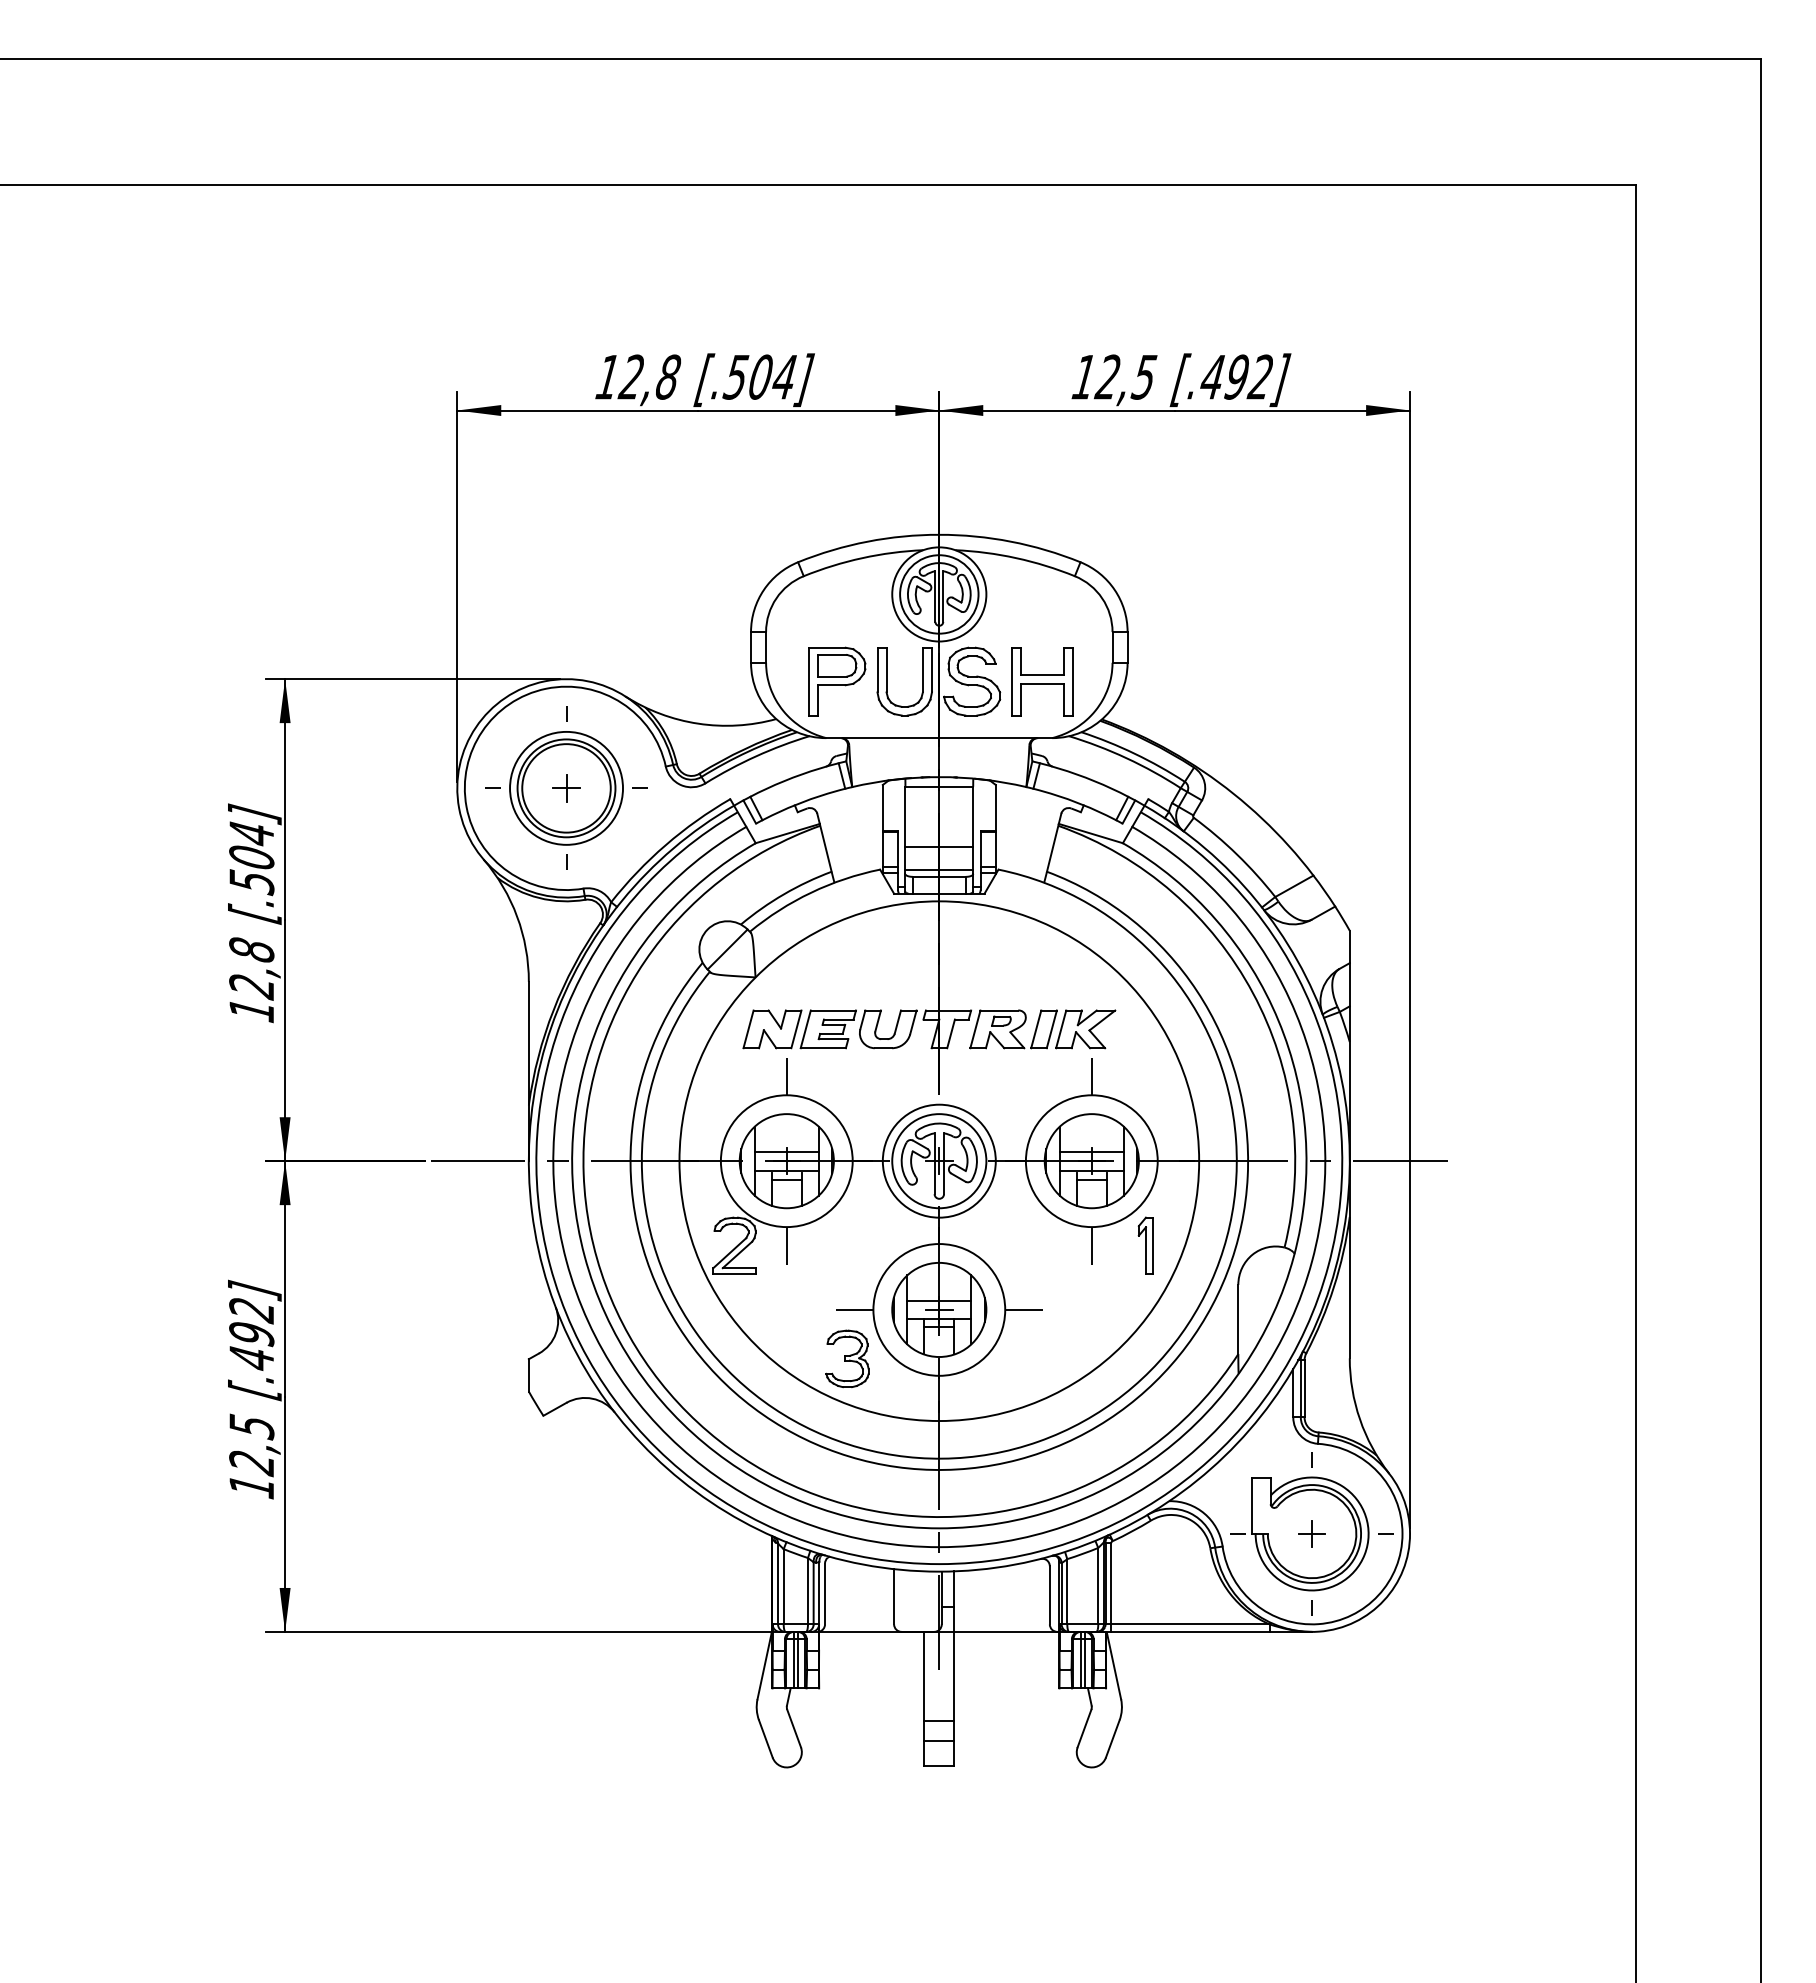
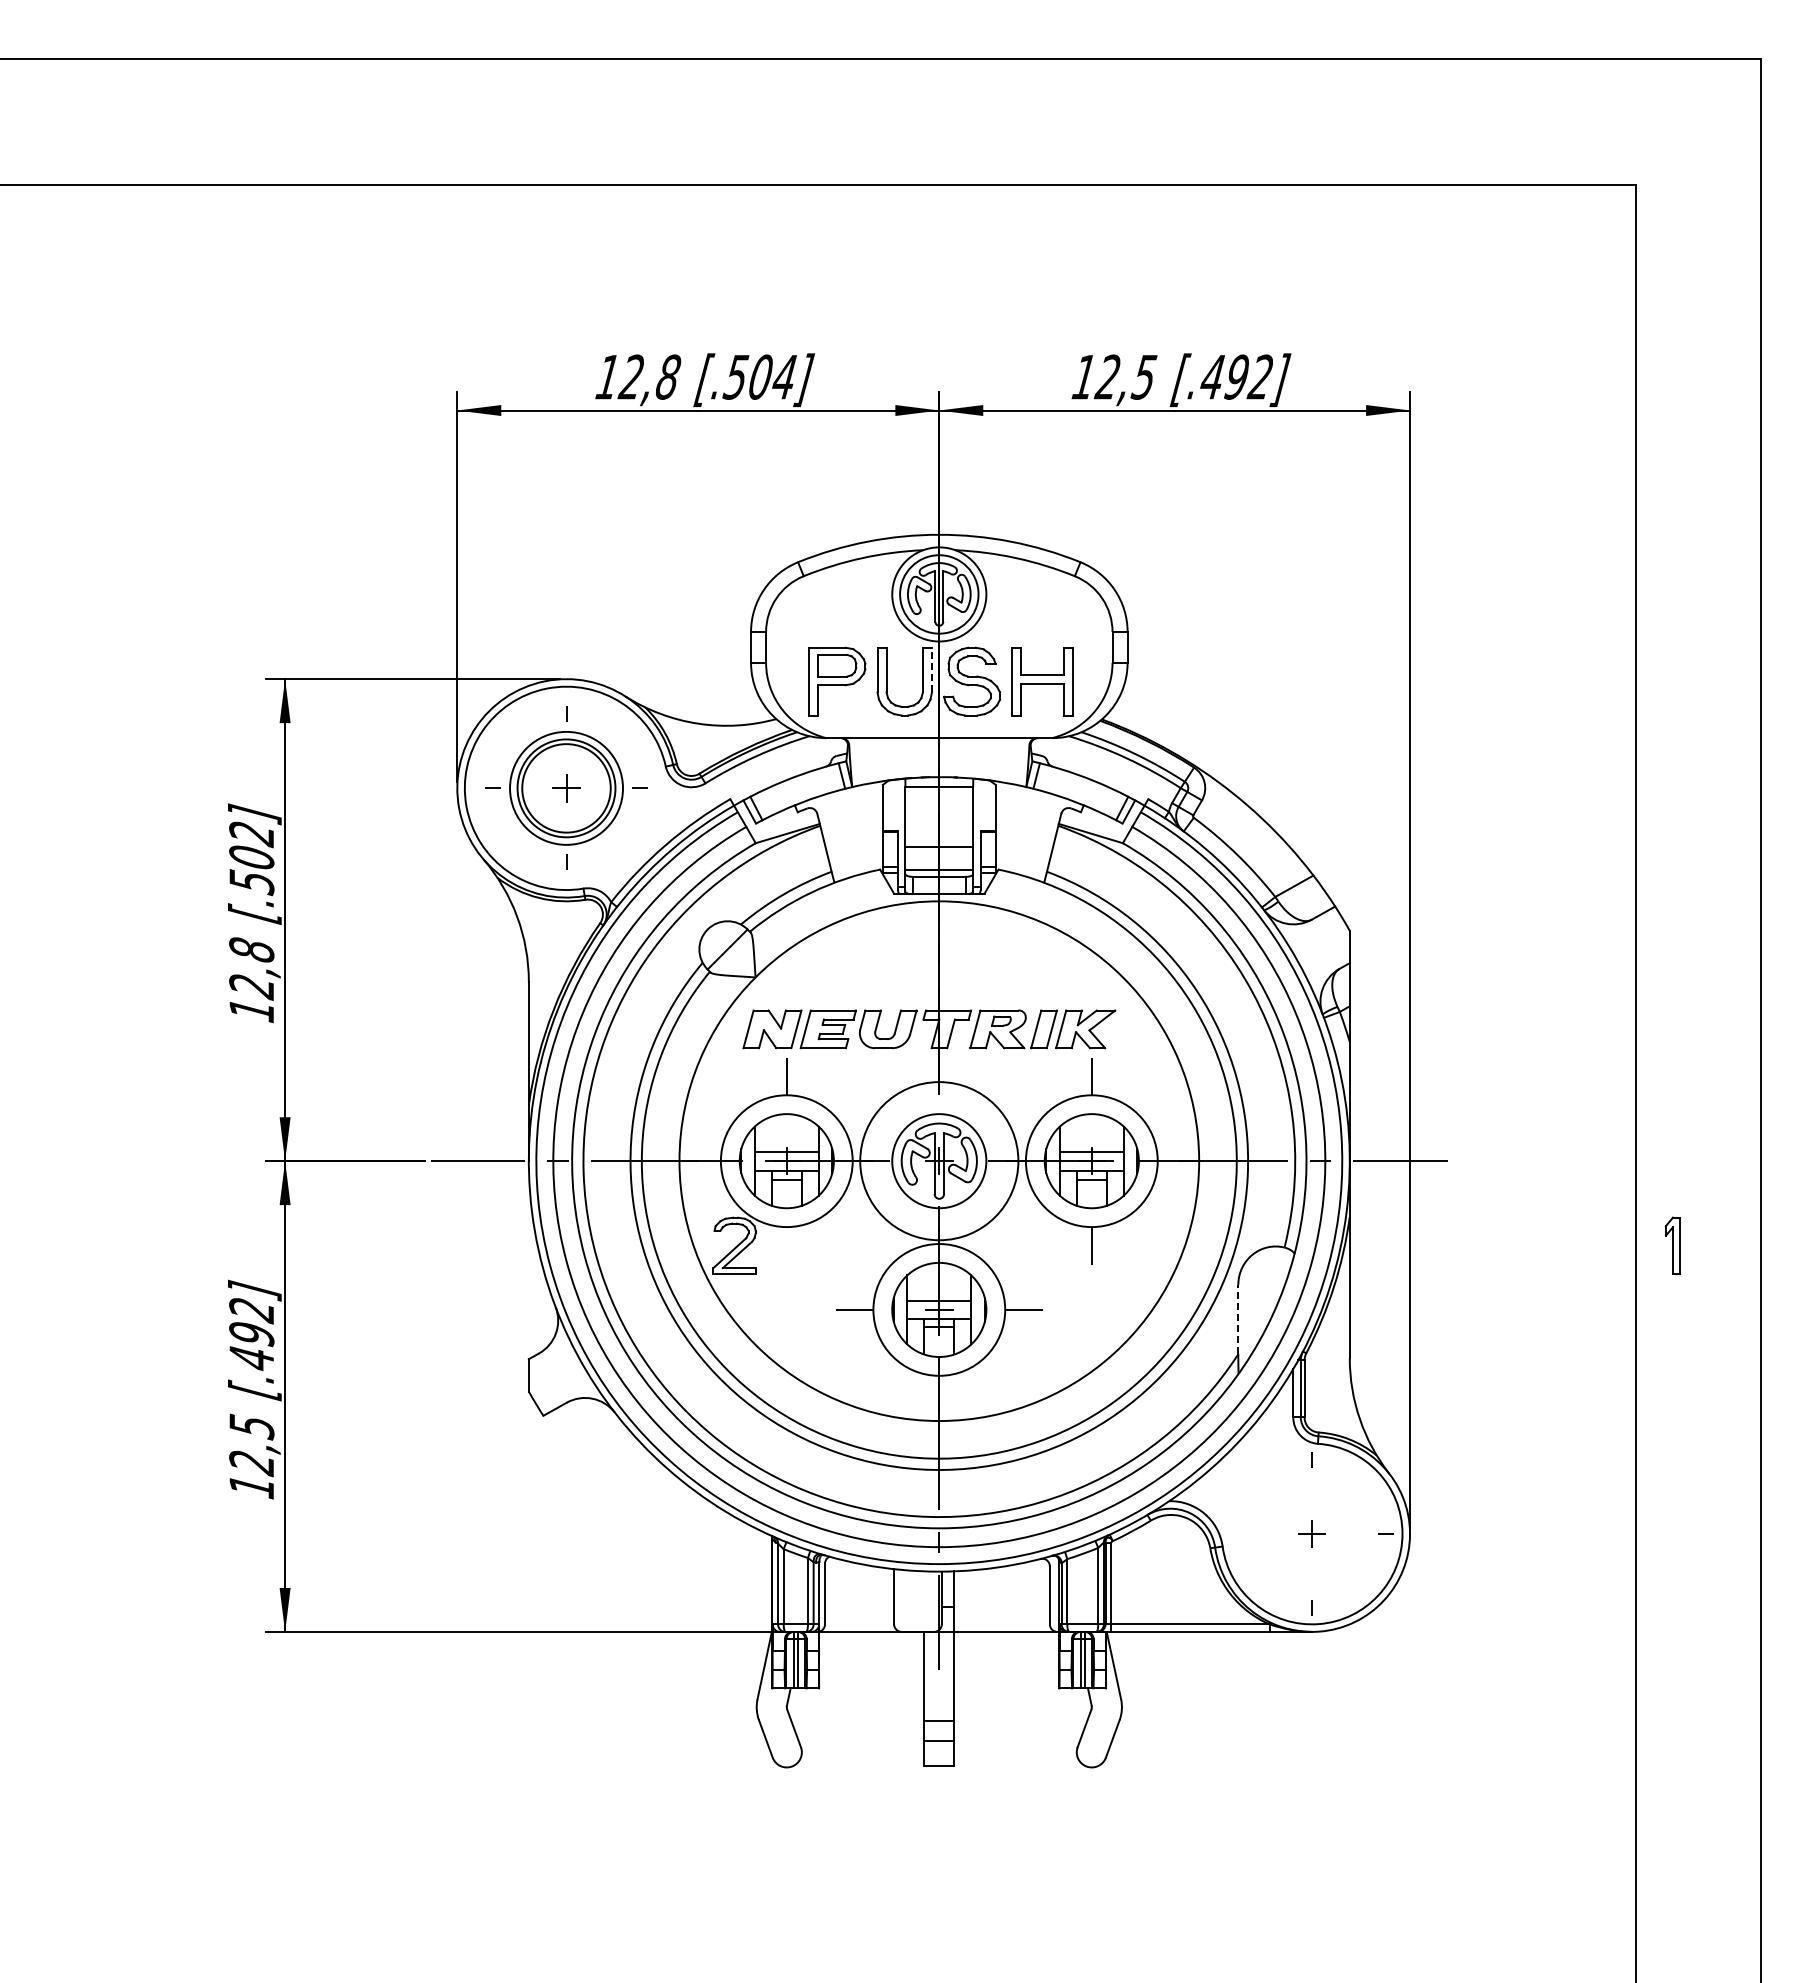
line at (931, 669): solid -> dashed
text at (251, 834): [.504] -> [.502]
circle at (938, 1160) diameter: 113 px -> 158 px
line at (786, 1245): present -> none
part at (1145, 1245) position: (1145, 1245) -> (1672, 1245)
line at (1238, 1319): solid -> dashed
part at (847, 1358): present -> none
part at (1299, 1533): present -> none
